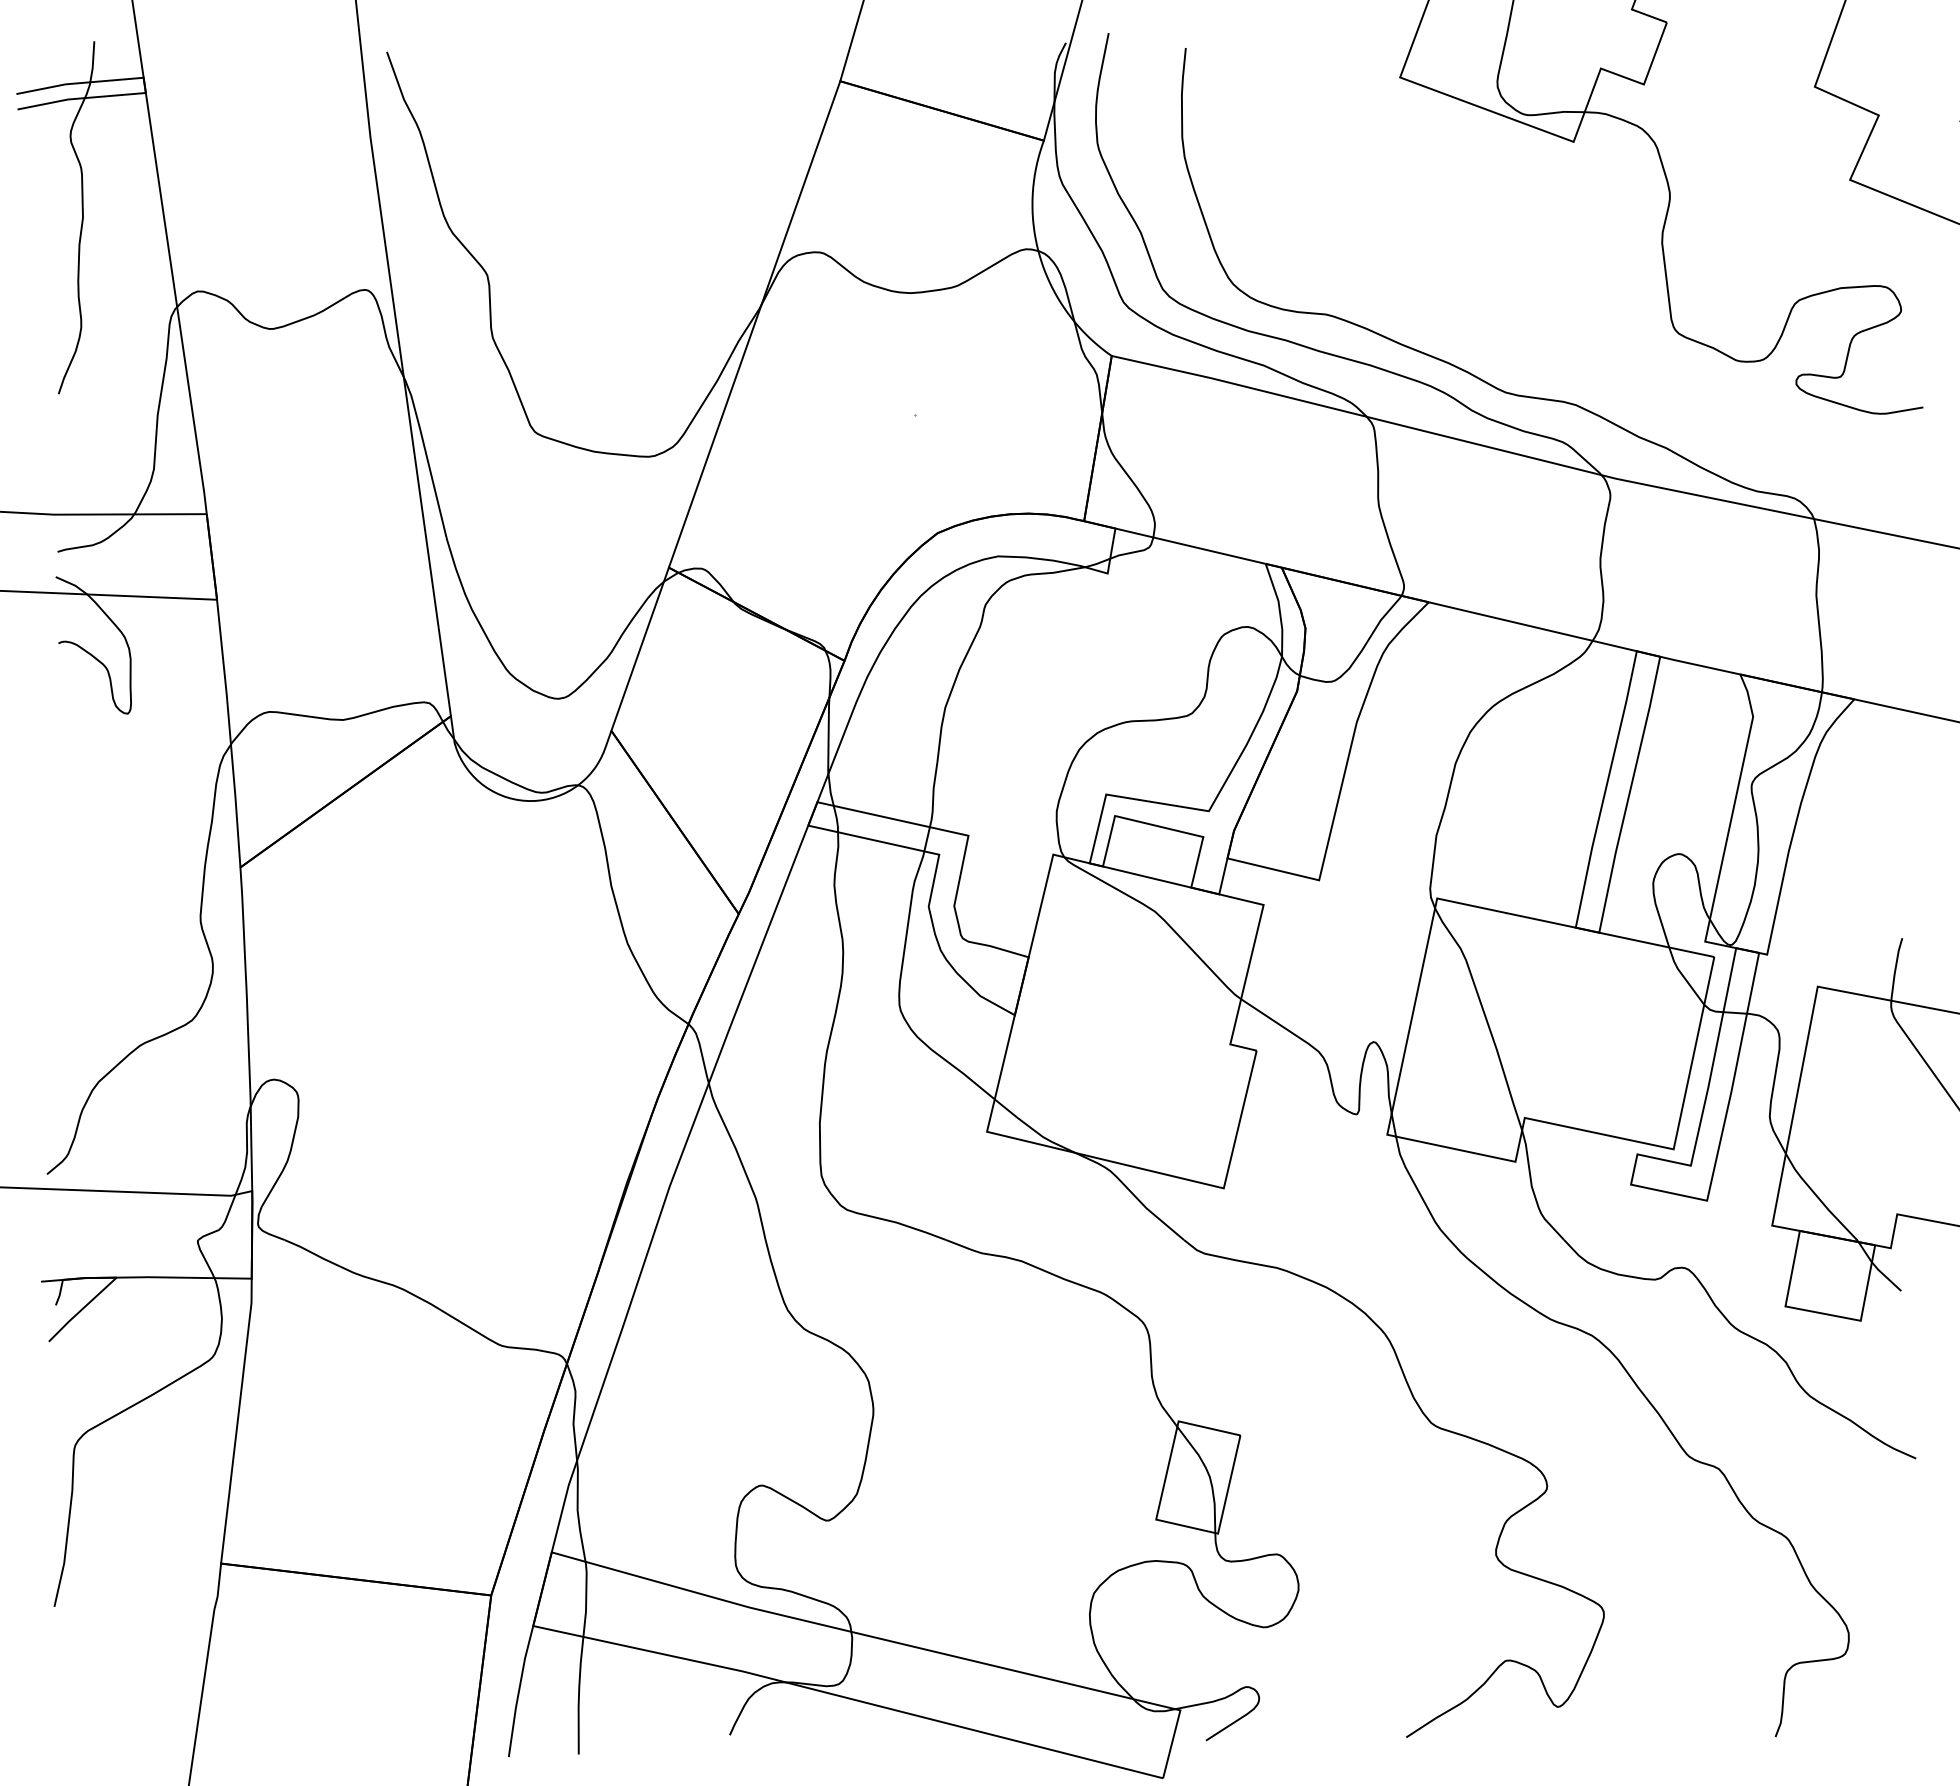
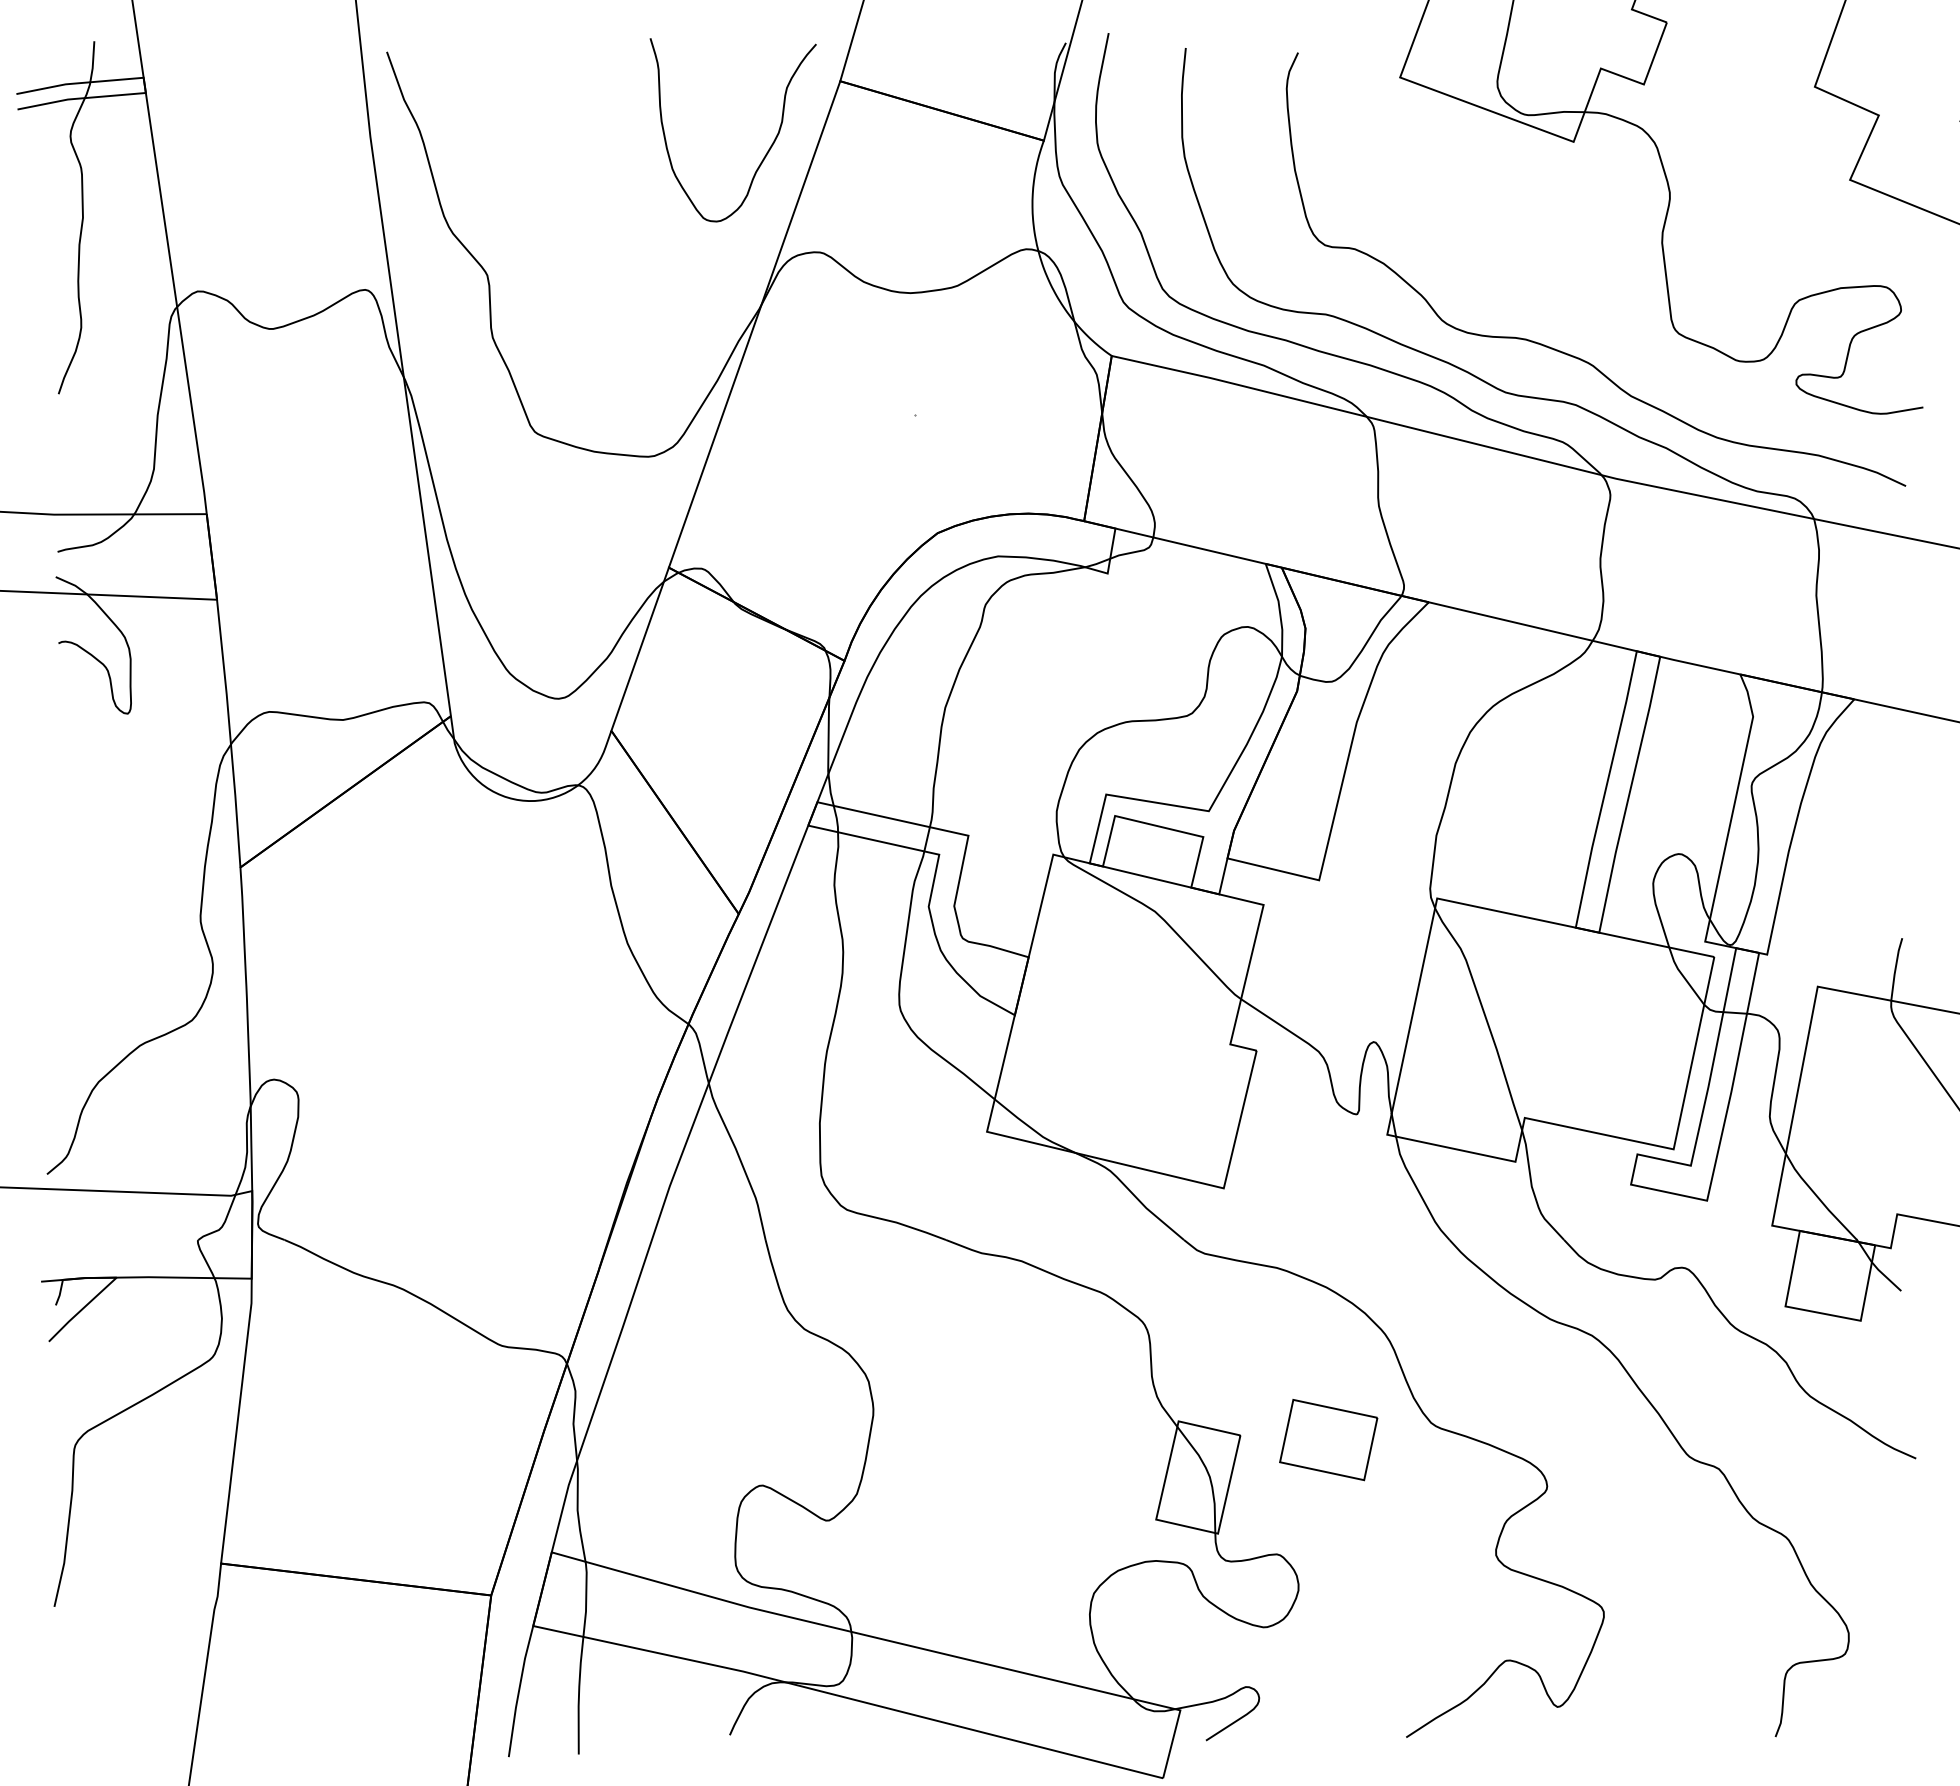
curve at (766, 152): none -> present
curve at (1563, 351): none -> present
part at (1328, 1440): none -> present
